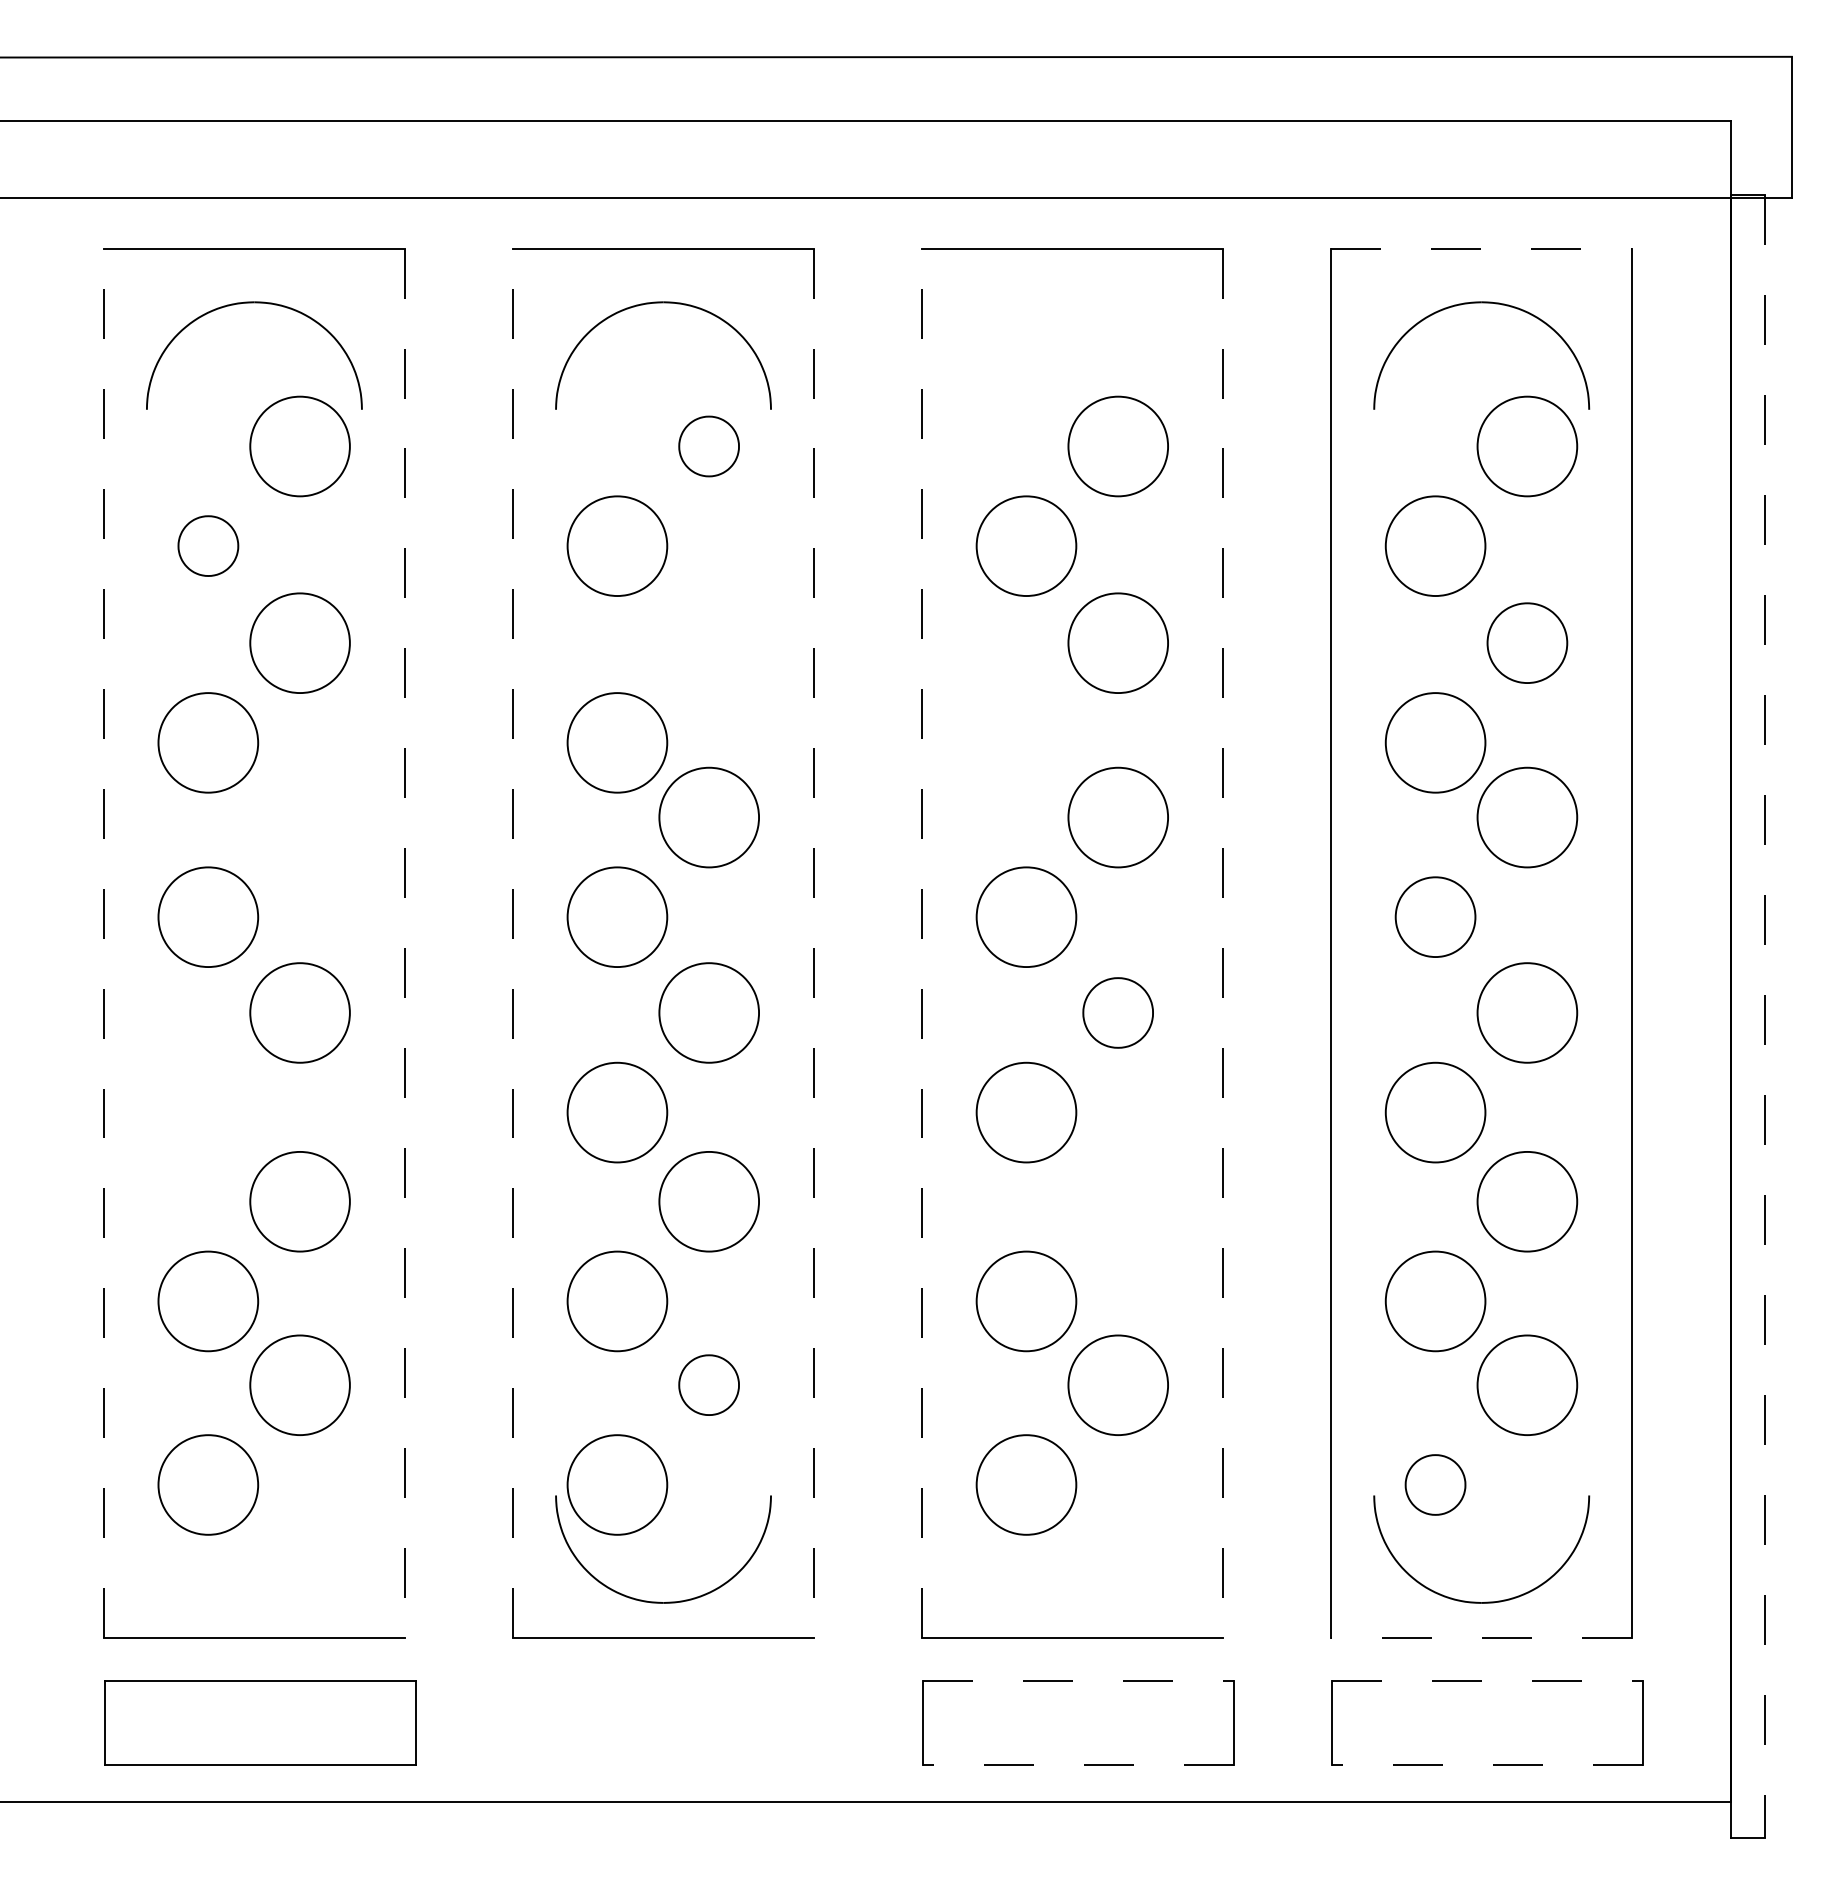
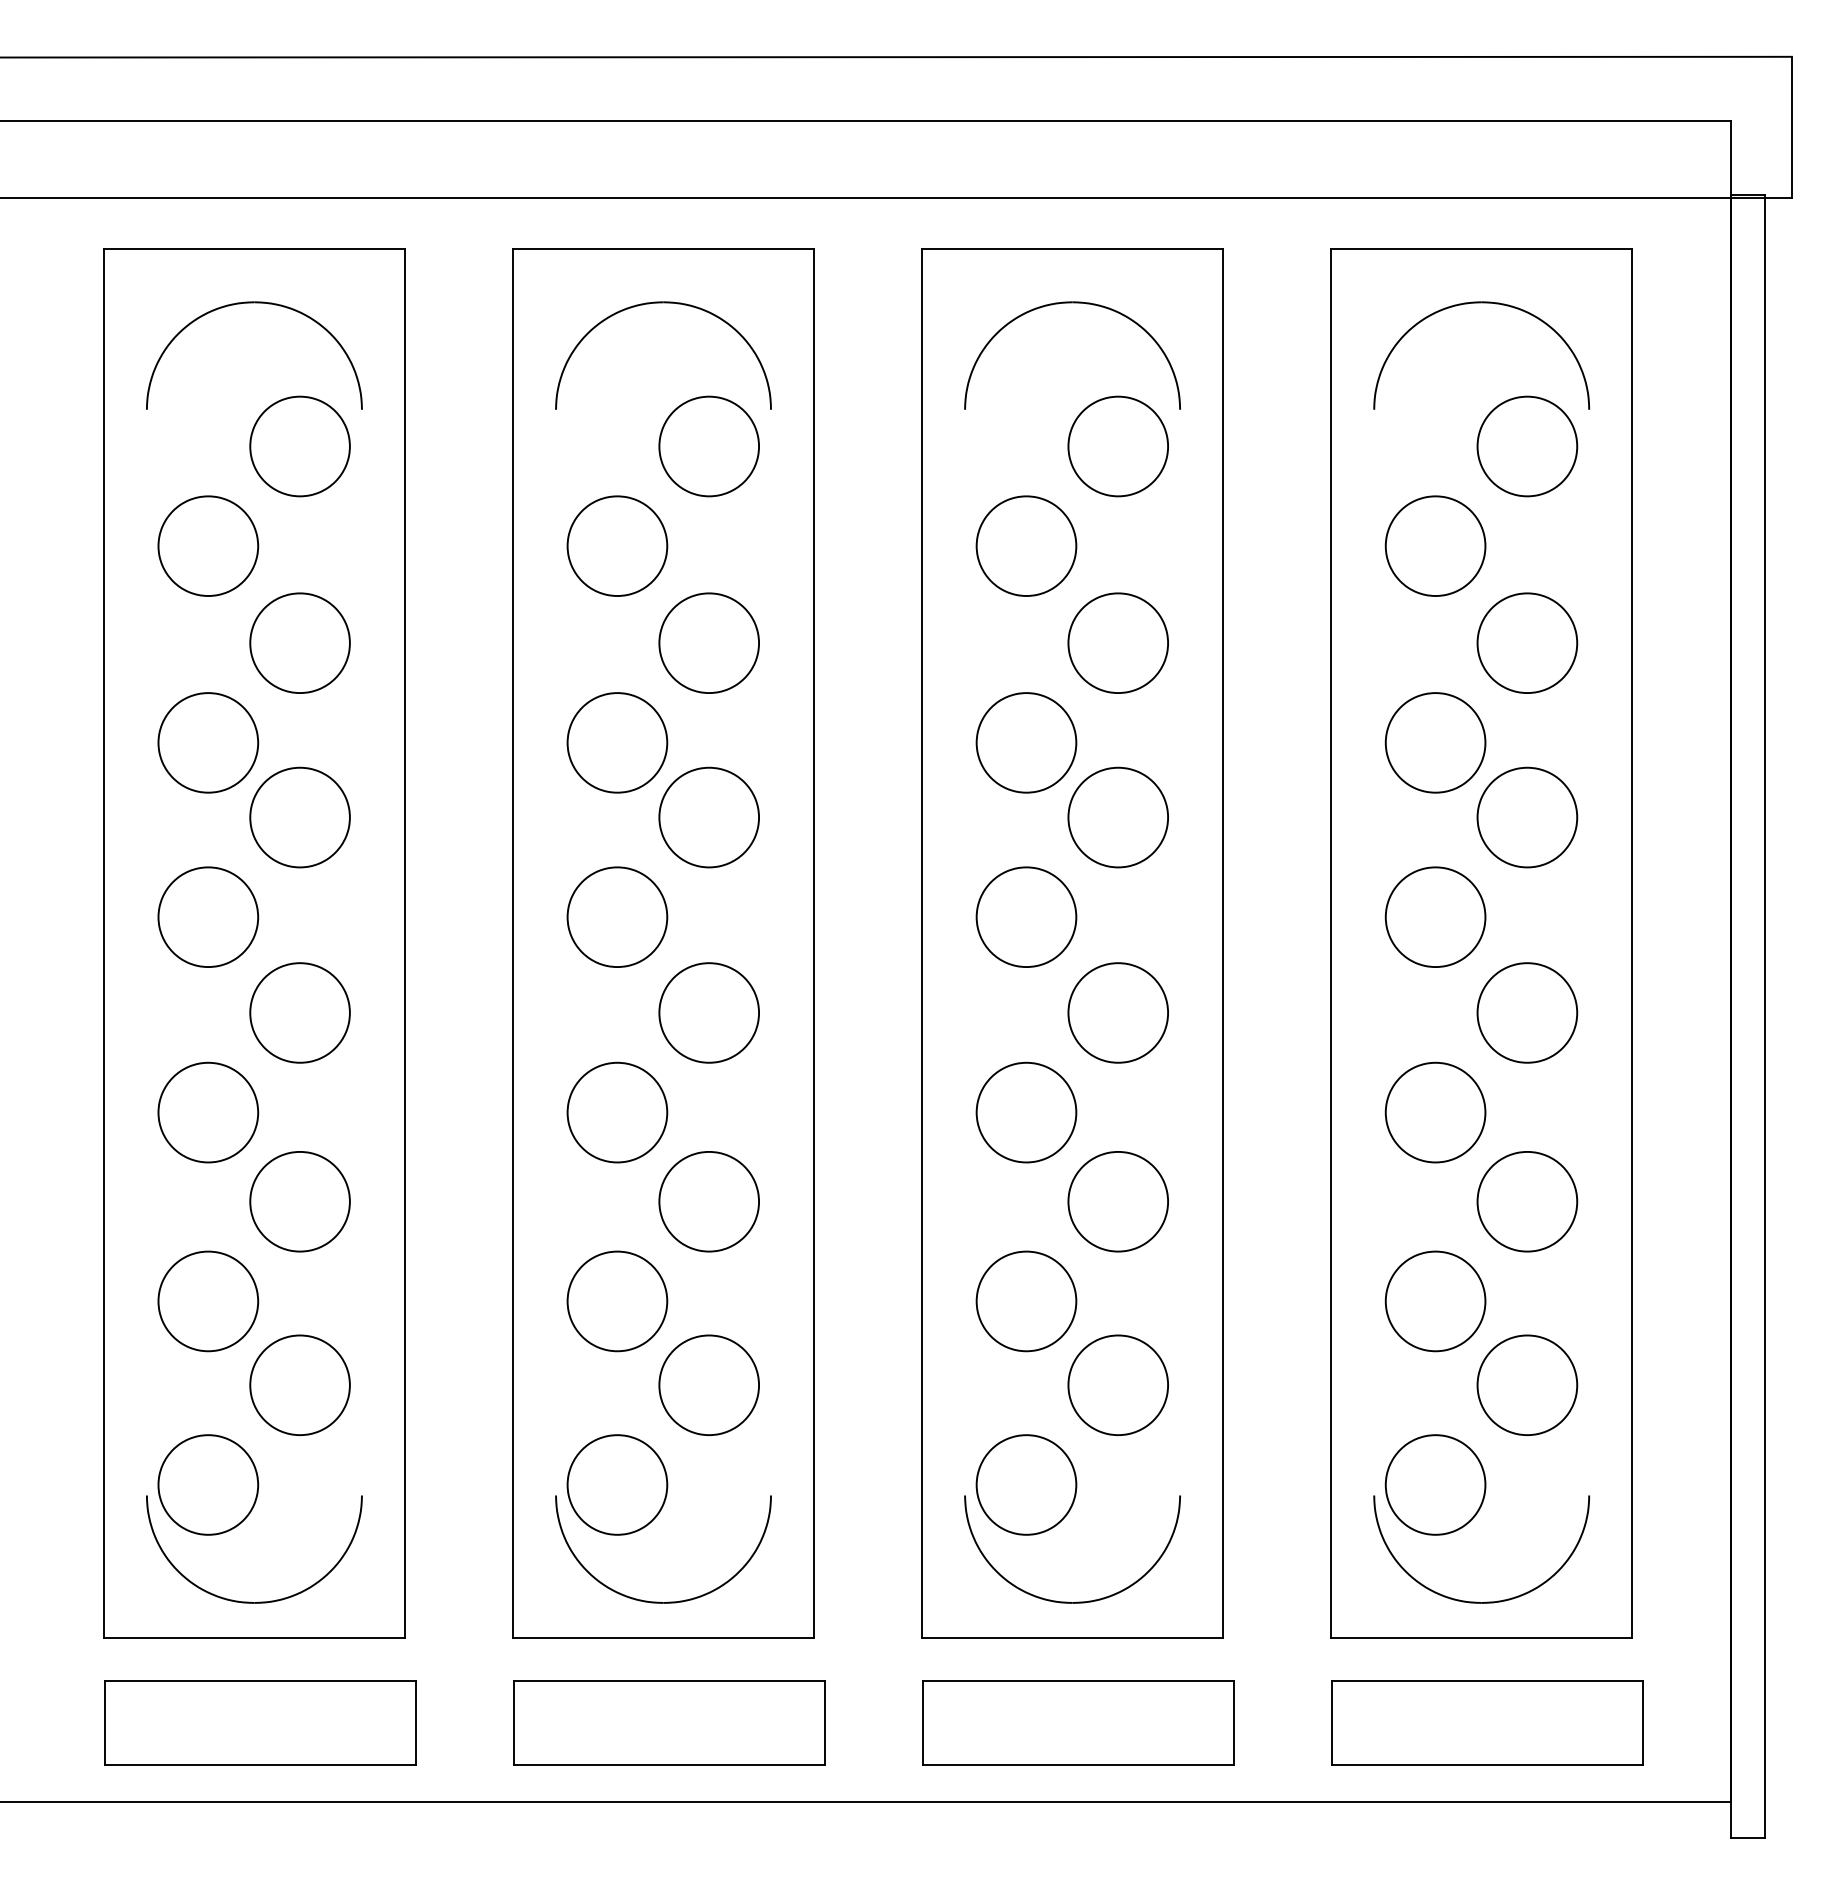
line at (1481, 248): dashed -> solid
part at (1072, 303): none -> present
part at (708, 446) size: 62x63 px -> 102x103 px
part at (208, 545) size: 63x62 px -> 103x102 px
part at (708, 642): none -> present
part at (1527, 642) size: 83x82 px -> 103x102 px
part at (1026, 742): none -> present
part at (299, 817): none -> present
part at (1435, 916) size: 83x82 px -> 103x102 px
line at (103, 943): dashed -> solid
line at (405, 943): dashed -> solid
line at (512, 943): dashed -> solid
line at (814, 943): dashed -> solid
line at (922, 943): dashed -> solid
line at (1223, 943): dashed -> solid
part at (1117, 1012) size: 72x72 px -> 102x102 px
line at (1764, 1016): dashed -> solid
part at (208, 1112): none -> present
part at (1117, 1201): none -> present
part at (708, 1384) size: 62x62 px -> 102x102 px
part at (1435, 1484) size: 63x62 px -> 103x102 px
part at (250, 1601): none -> present
part at (1068, 1601): none -> present
line at (1481, 1638): dashed -> solid
line at (1078, 1681): dashed -> solid
line at (1487, 1681): dashed -> solid
part at (669, 1722): none -> present
line at (1078, 1764): dashed -> solid
line at (1487, 1764): dashed -> solid
